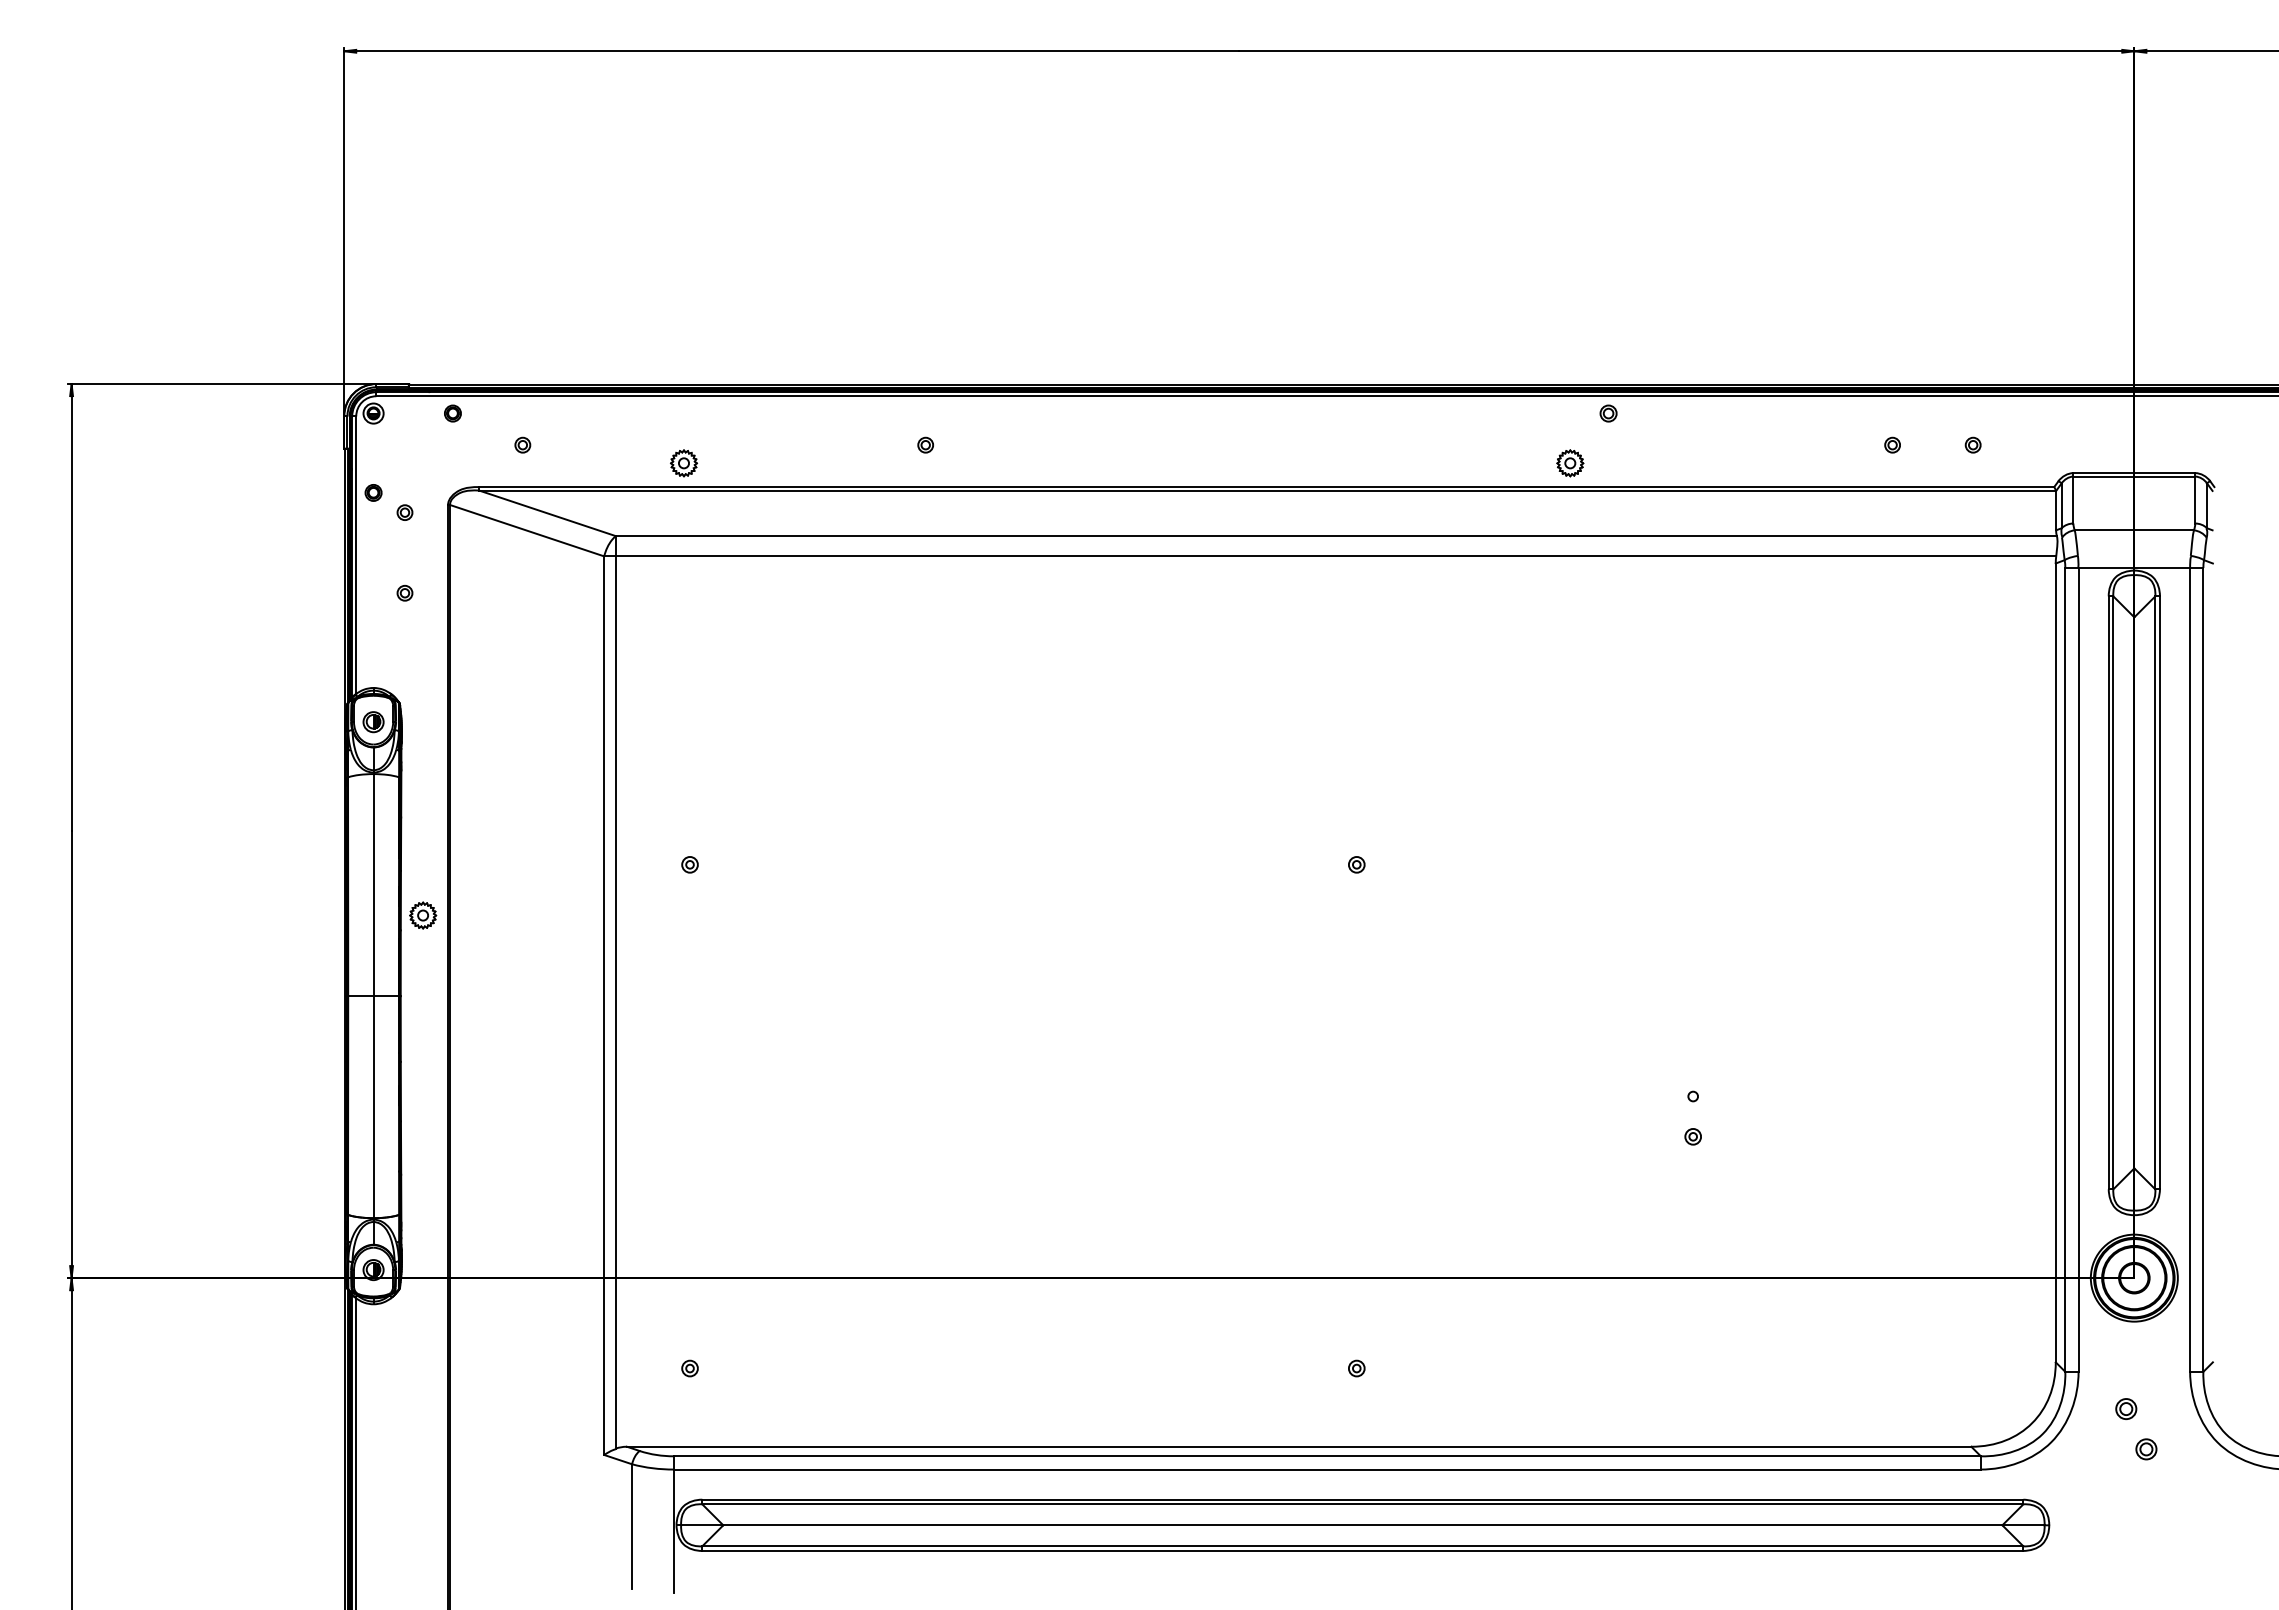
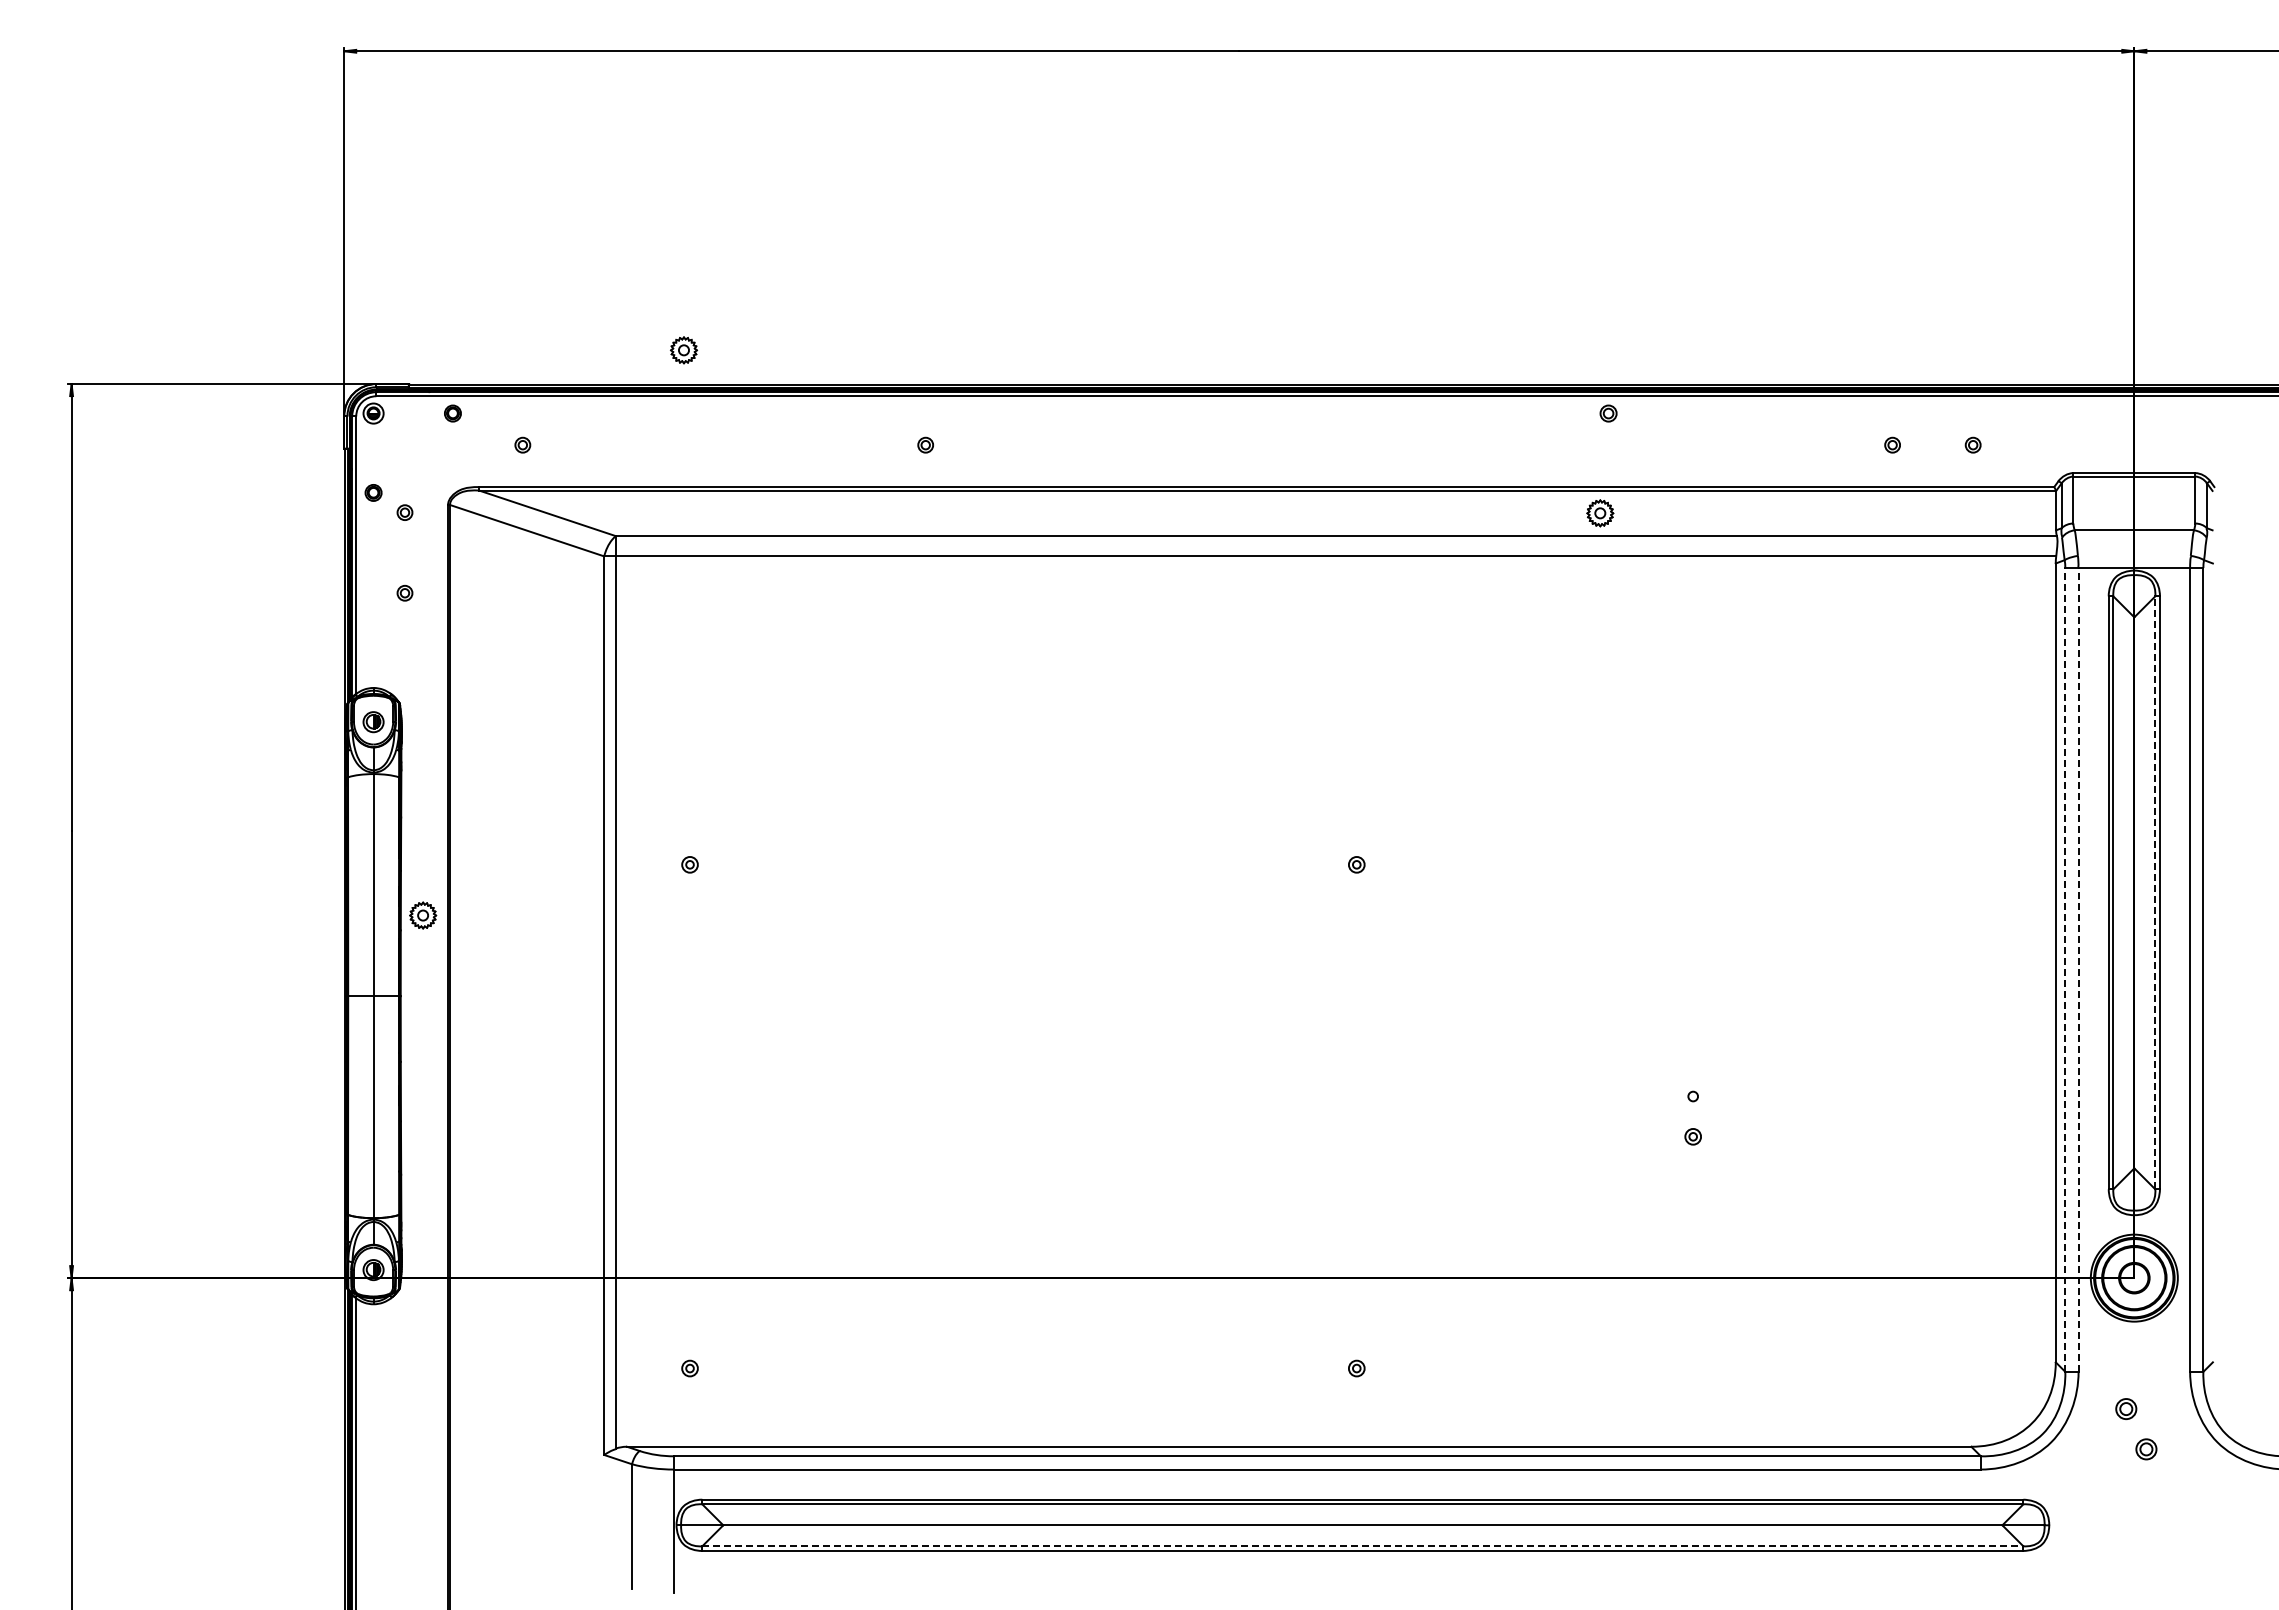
part at (683, 463) position: (683, 463) -> (683, 350)
part at (1570, 463) position: (1570, 463) -> (1600, 513)
line at (2155, 892): solid -> dashed
line at (2065, 969): solid -> dashed
line at (2078, 969): solid -> dashed
line at (1362, 1546): solid -> dashed
